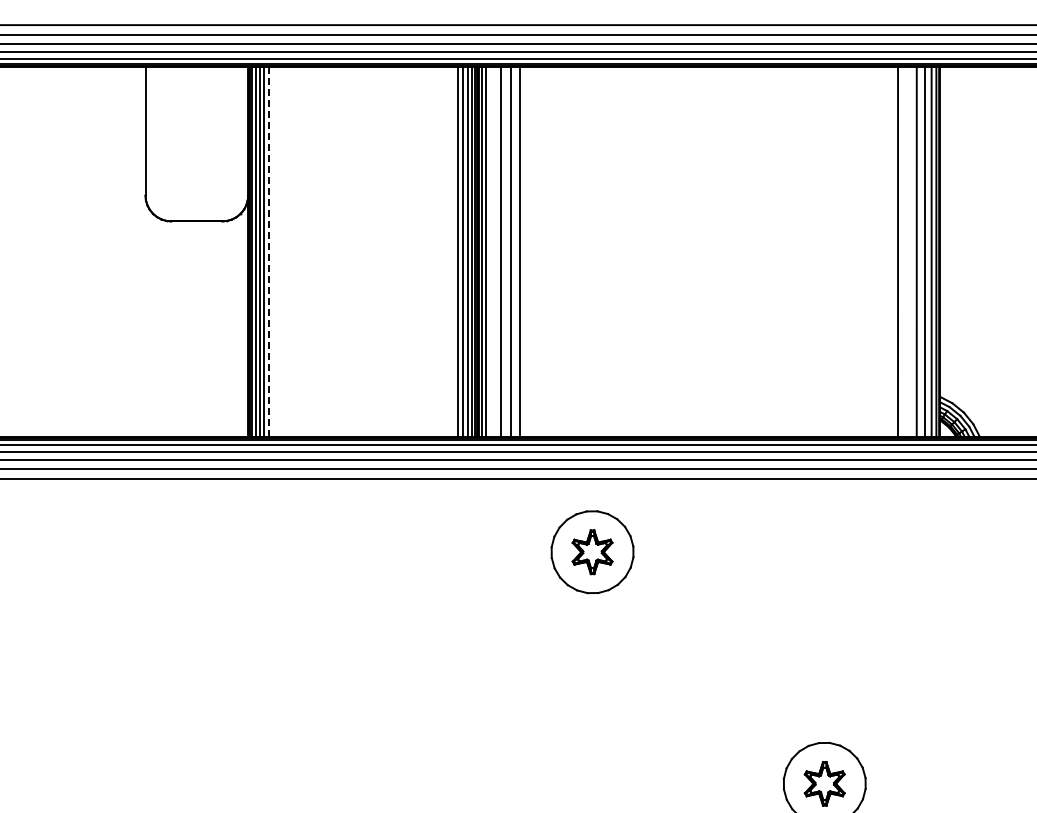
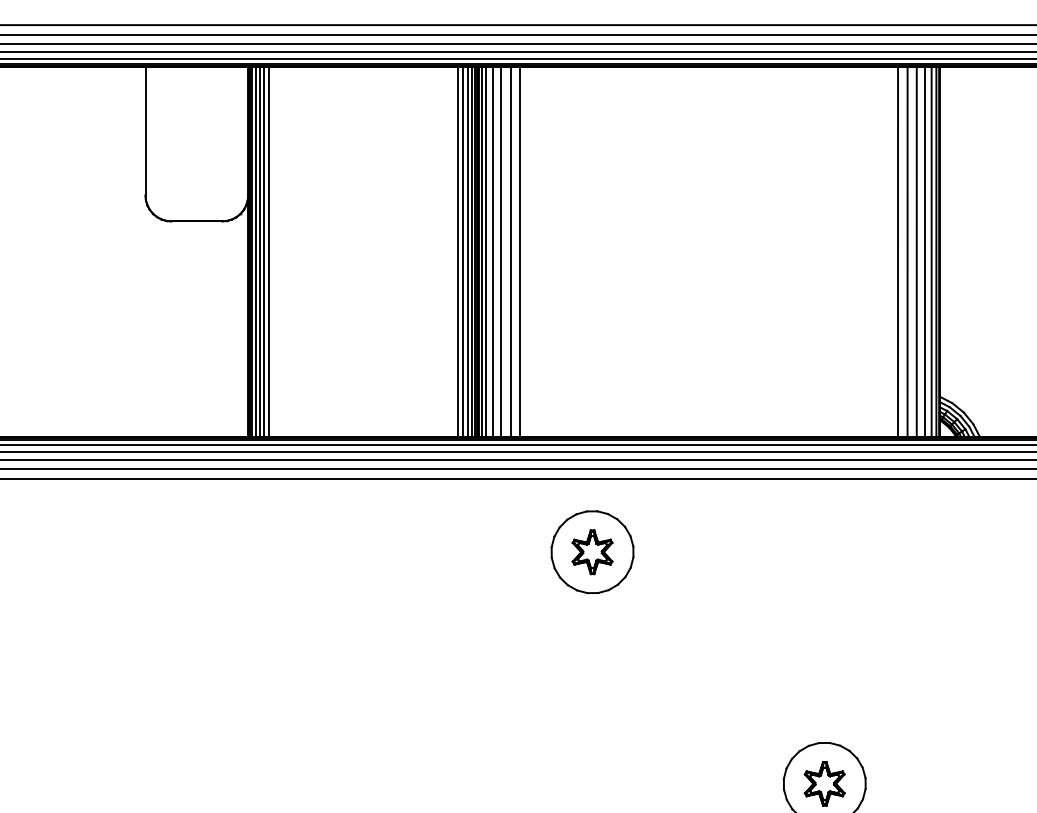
line at (269, 251): dashed -> solid
line at (493, 251): none -> present
line at (907, 251): none -> present
